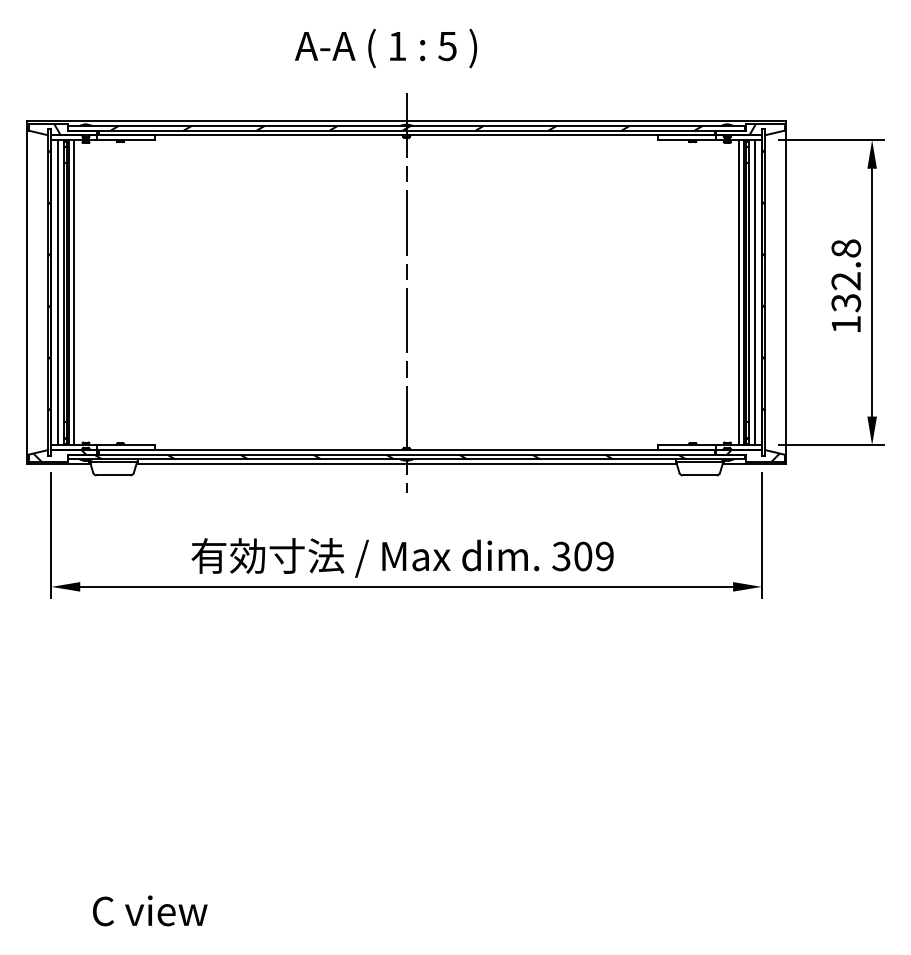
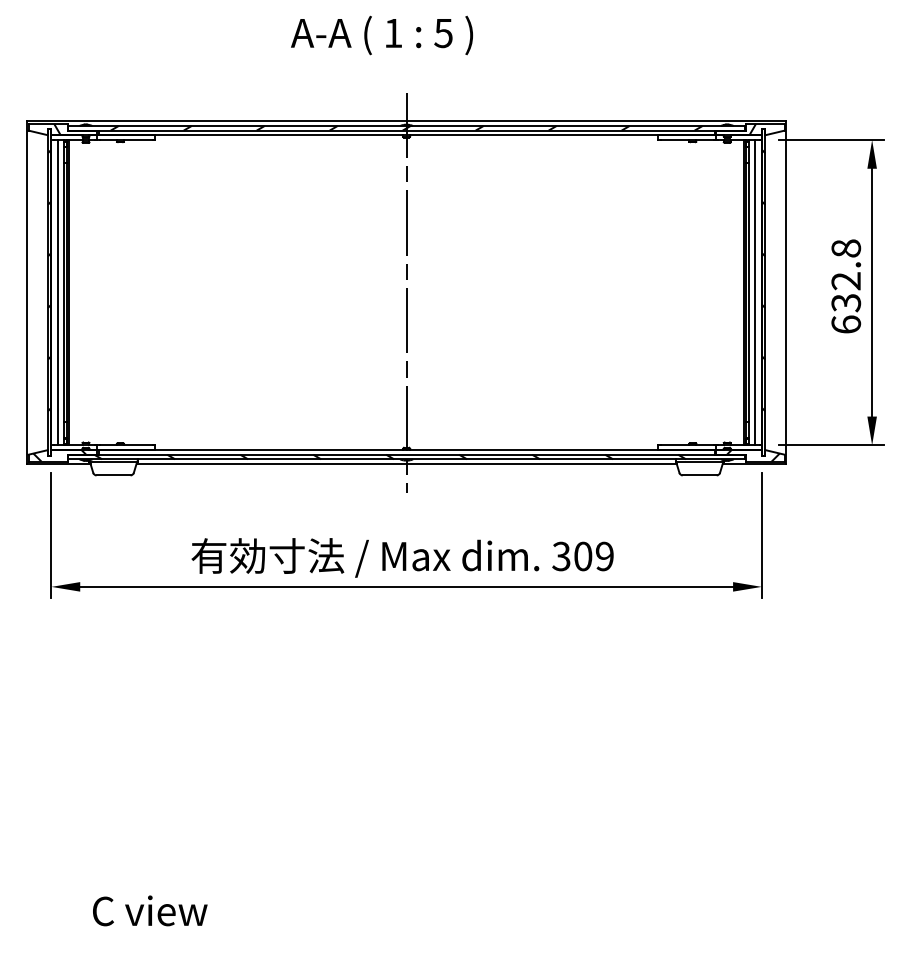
text at (385, 48) position: (385, 48) -> (381, 35)
line at (74, 292): present -> none
line at (738, 292): present -> none
text at (846, 324): 132.8 -> 632.8
